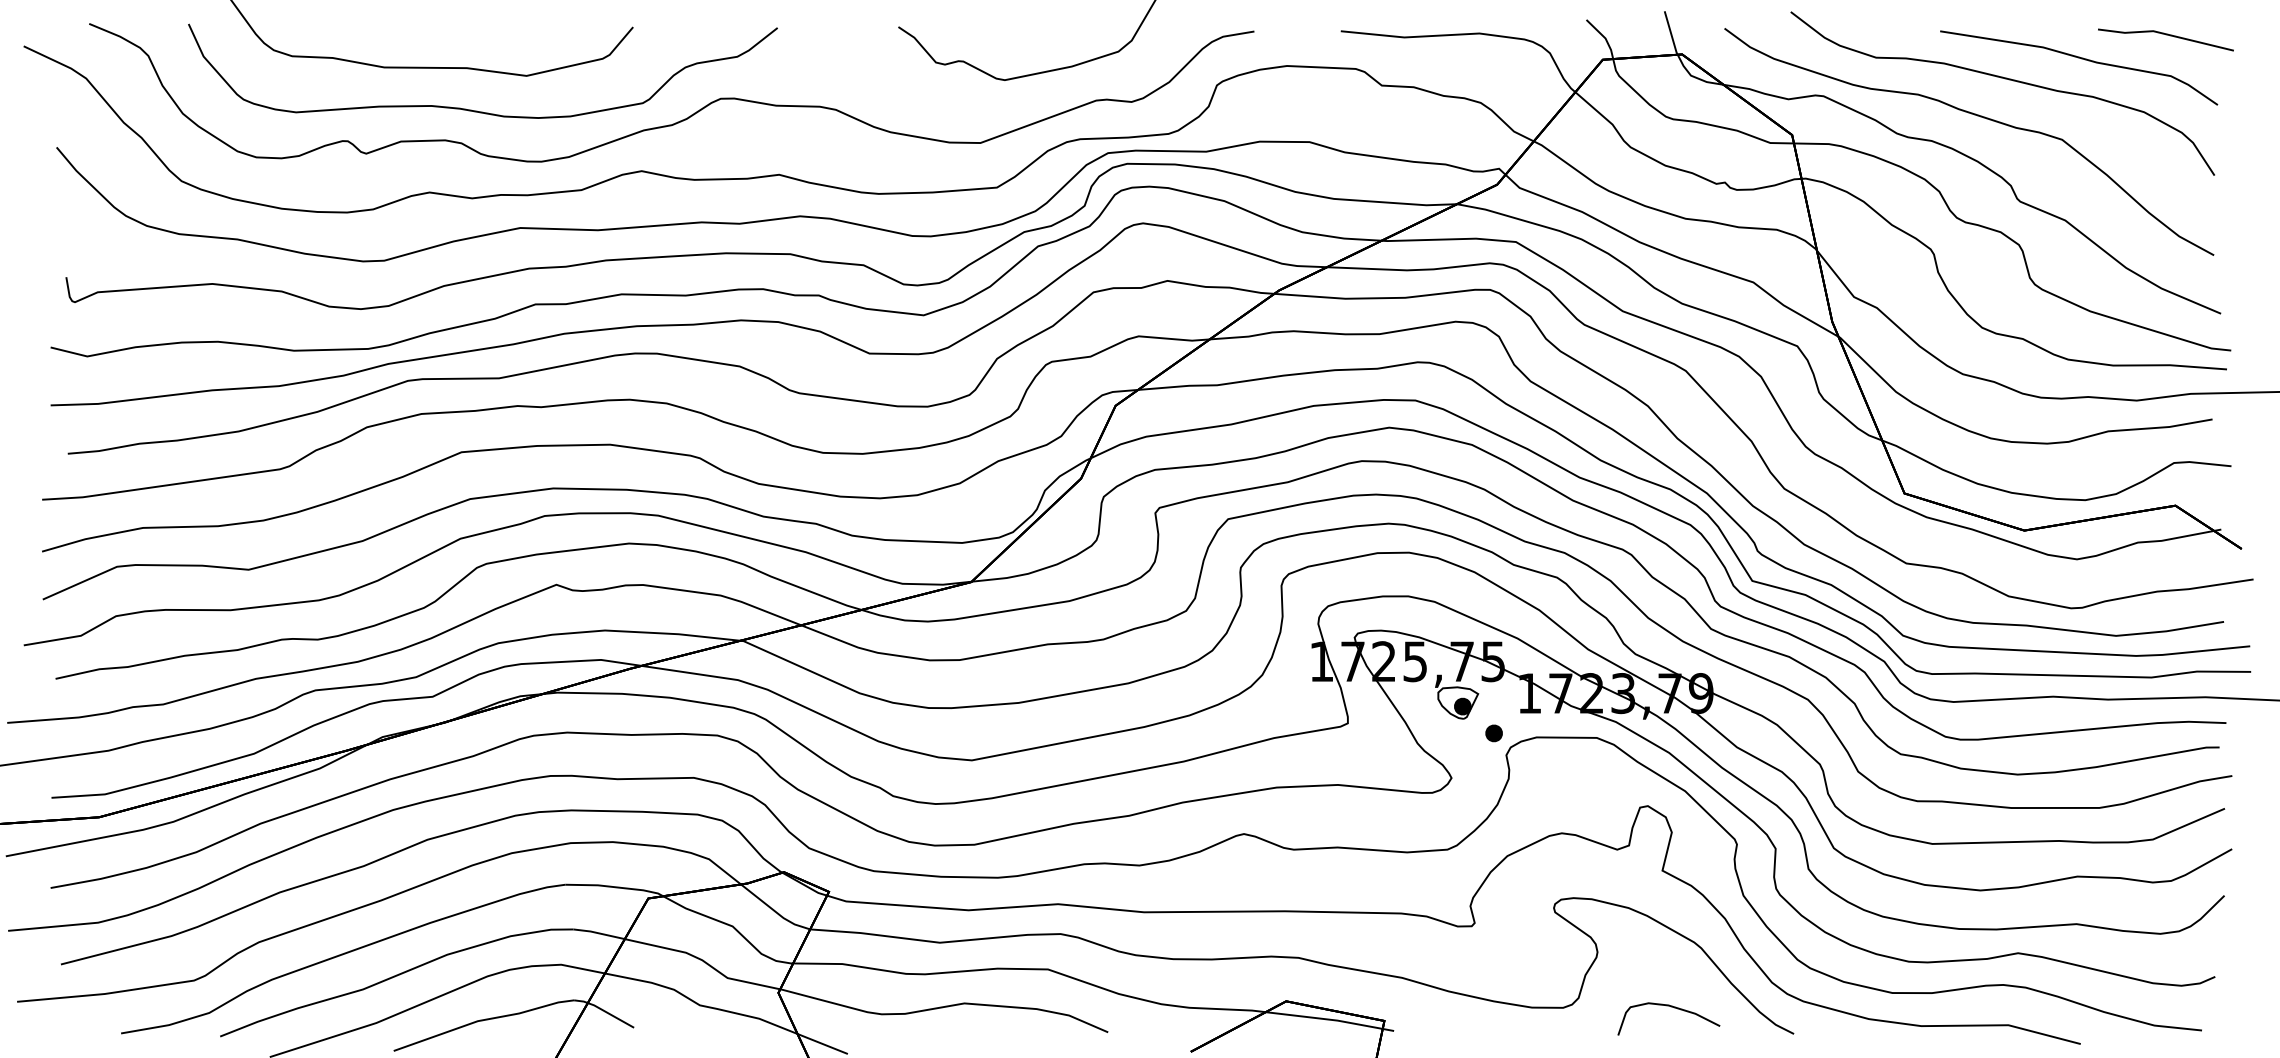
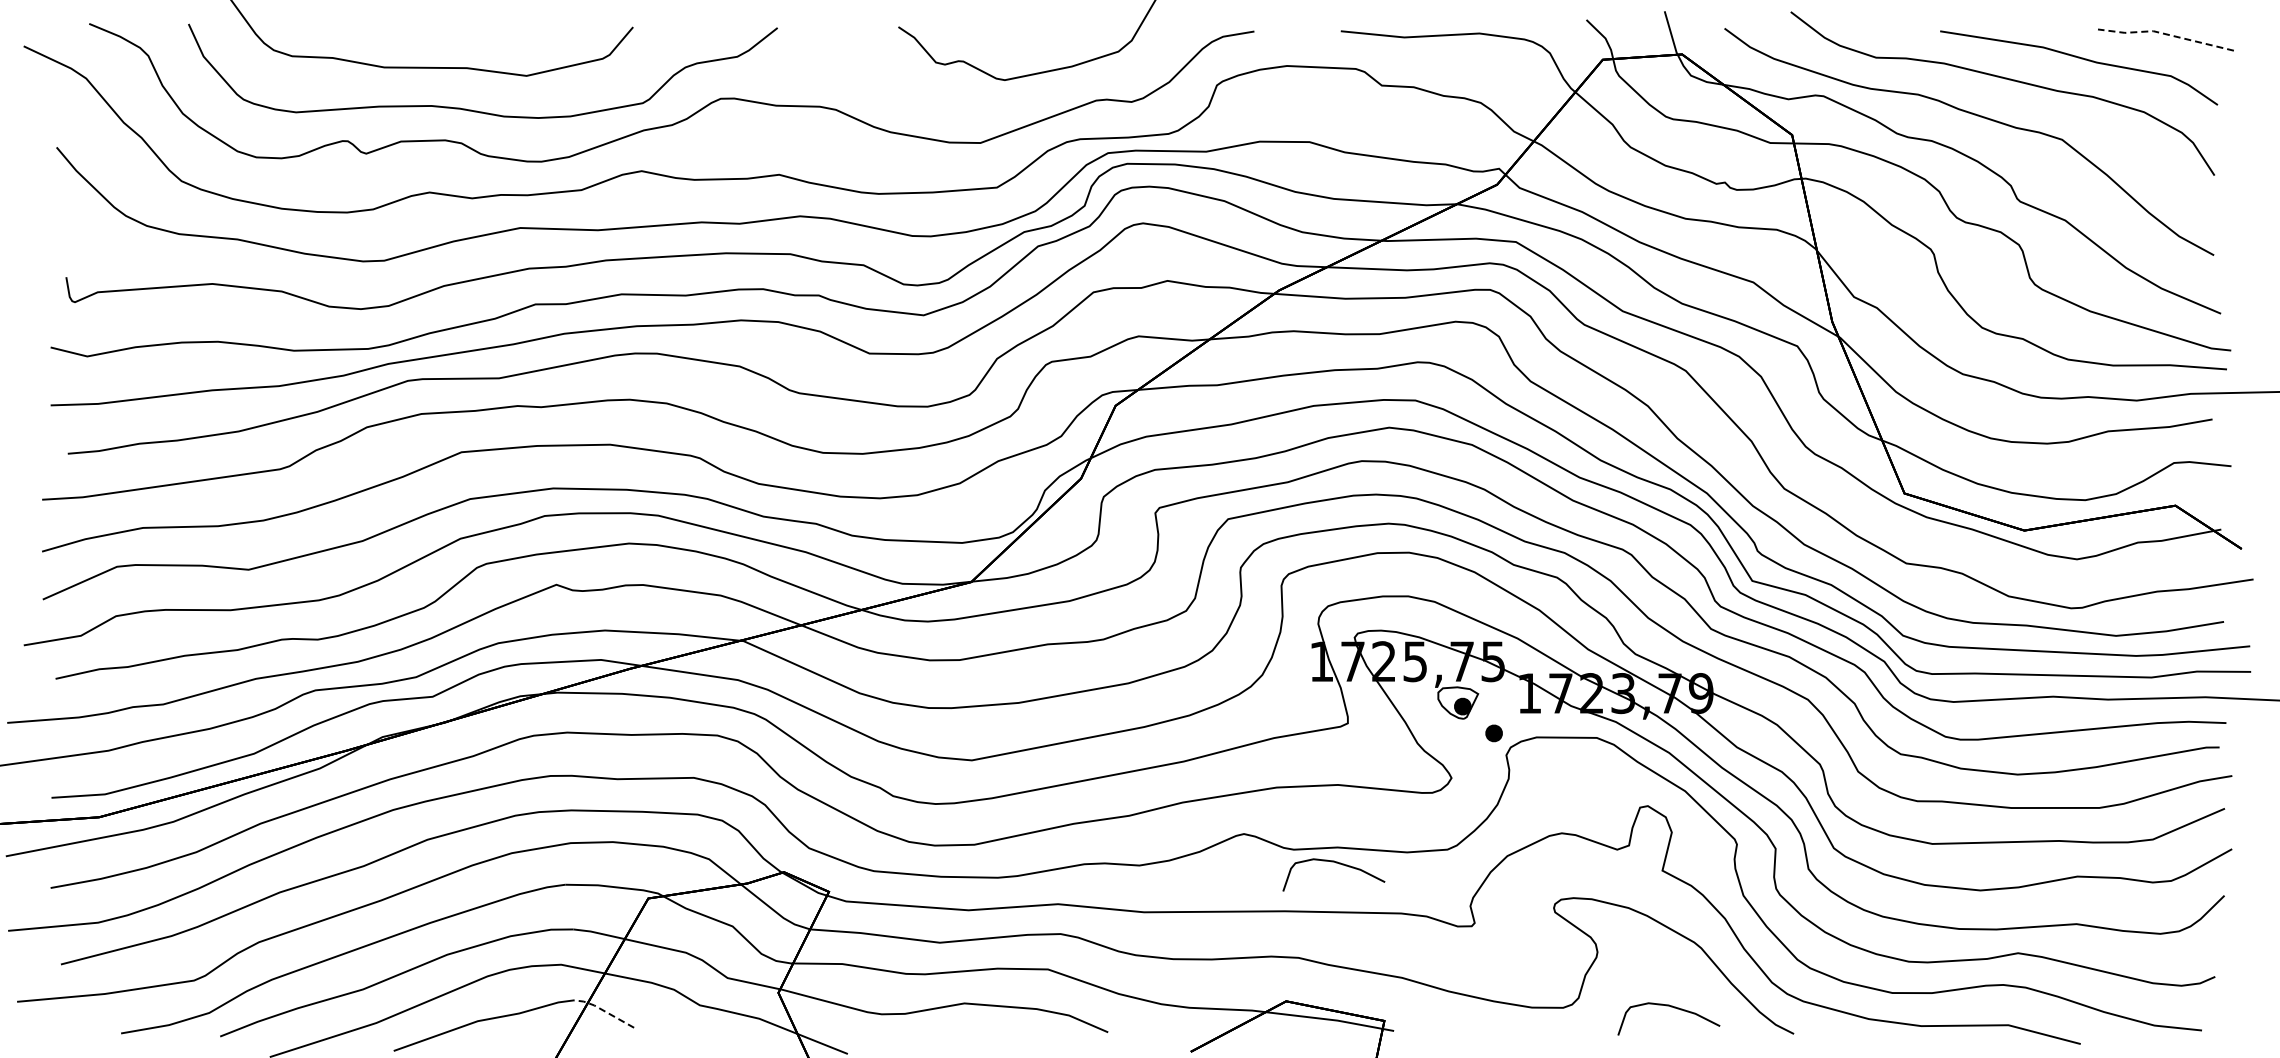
line at (2164, 34): solid -> dashed
curve at (1336, 863): none -> present
line at (603, 1010): solid -> dashed
